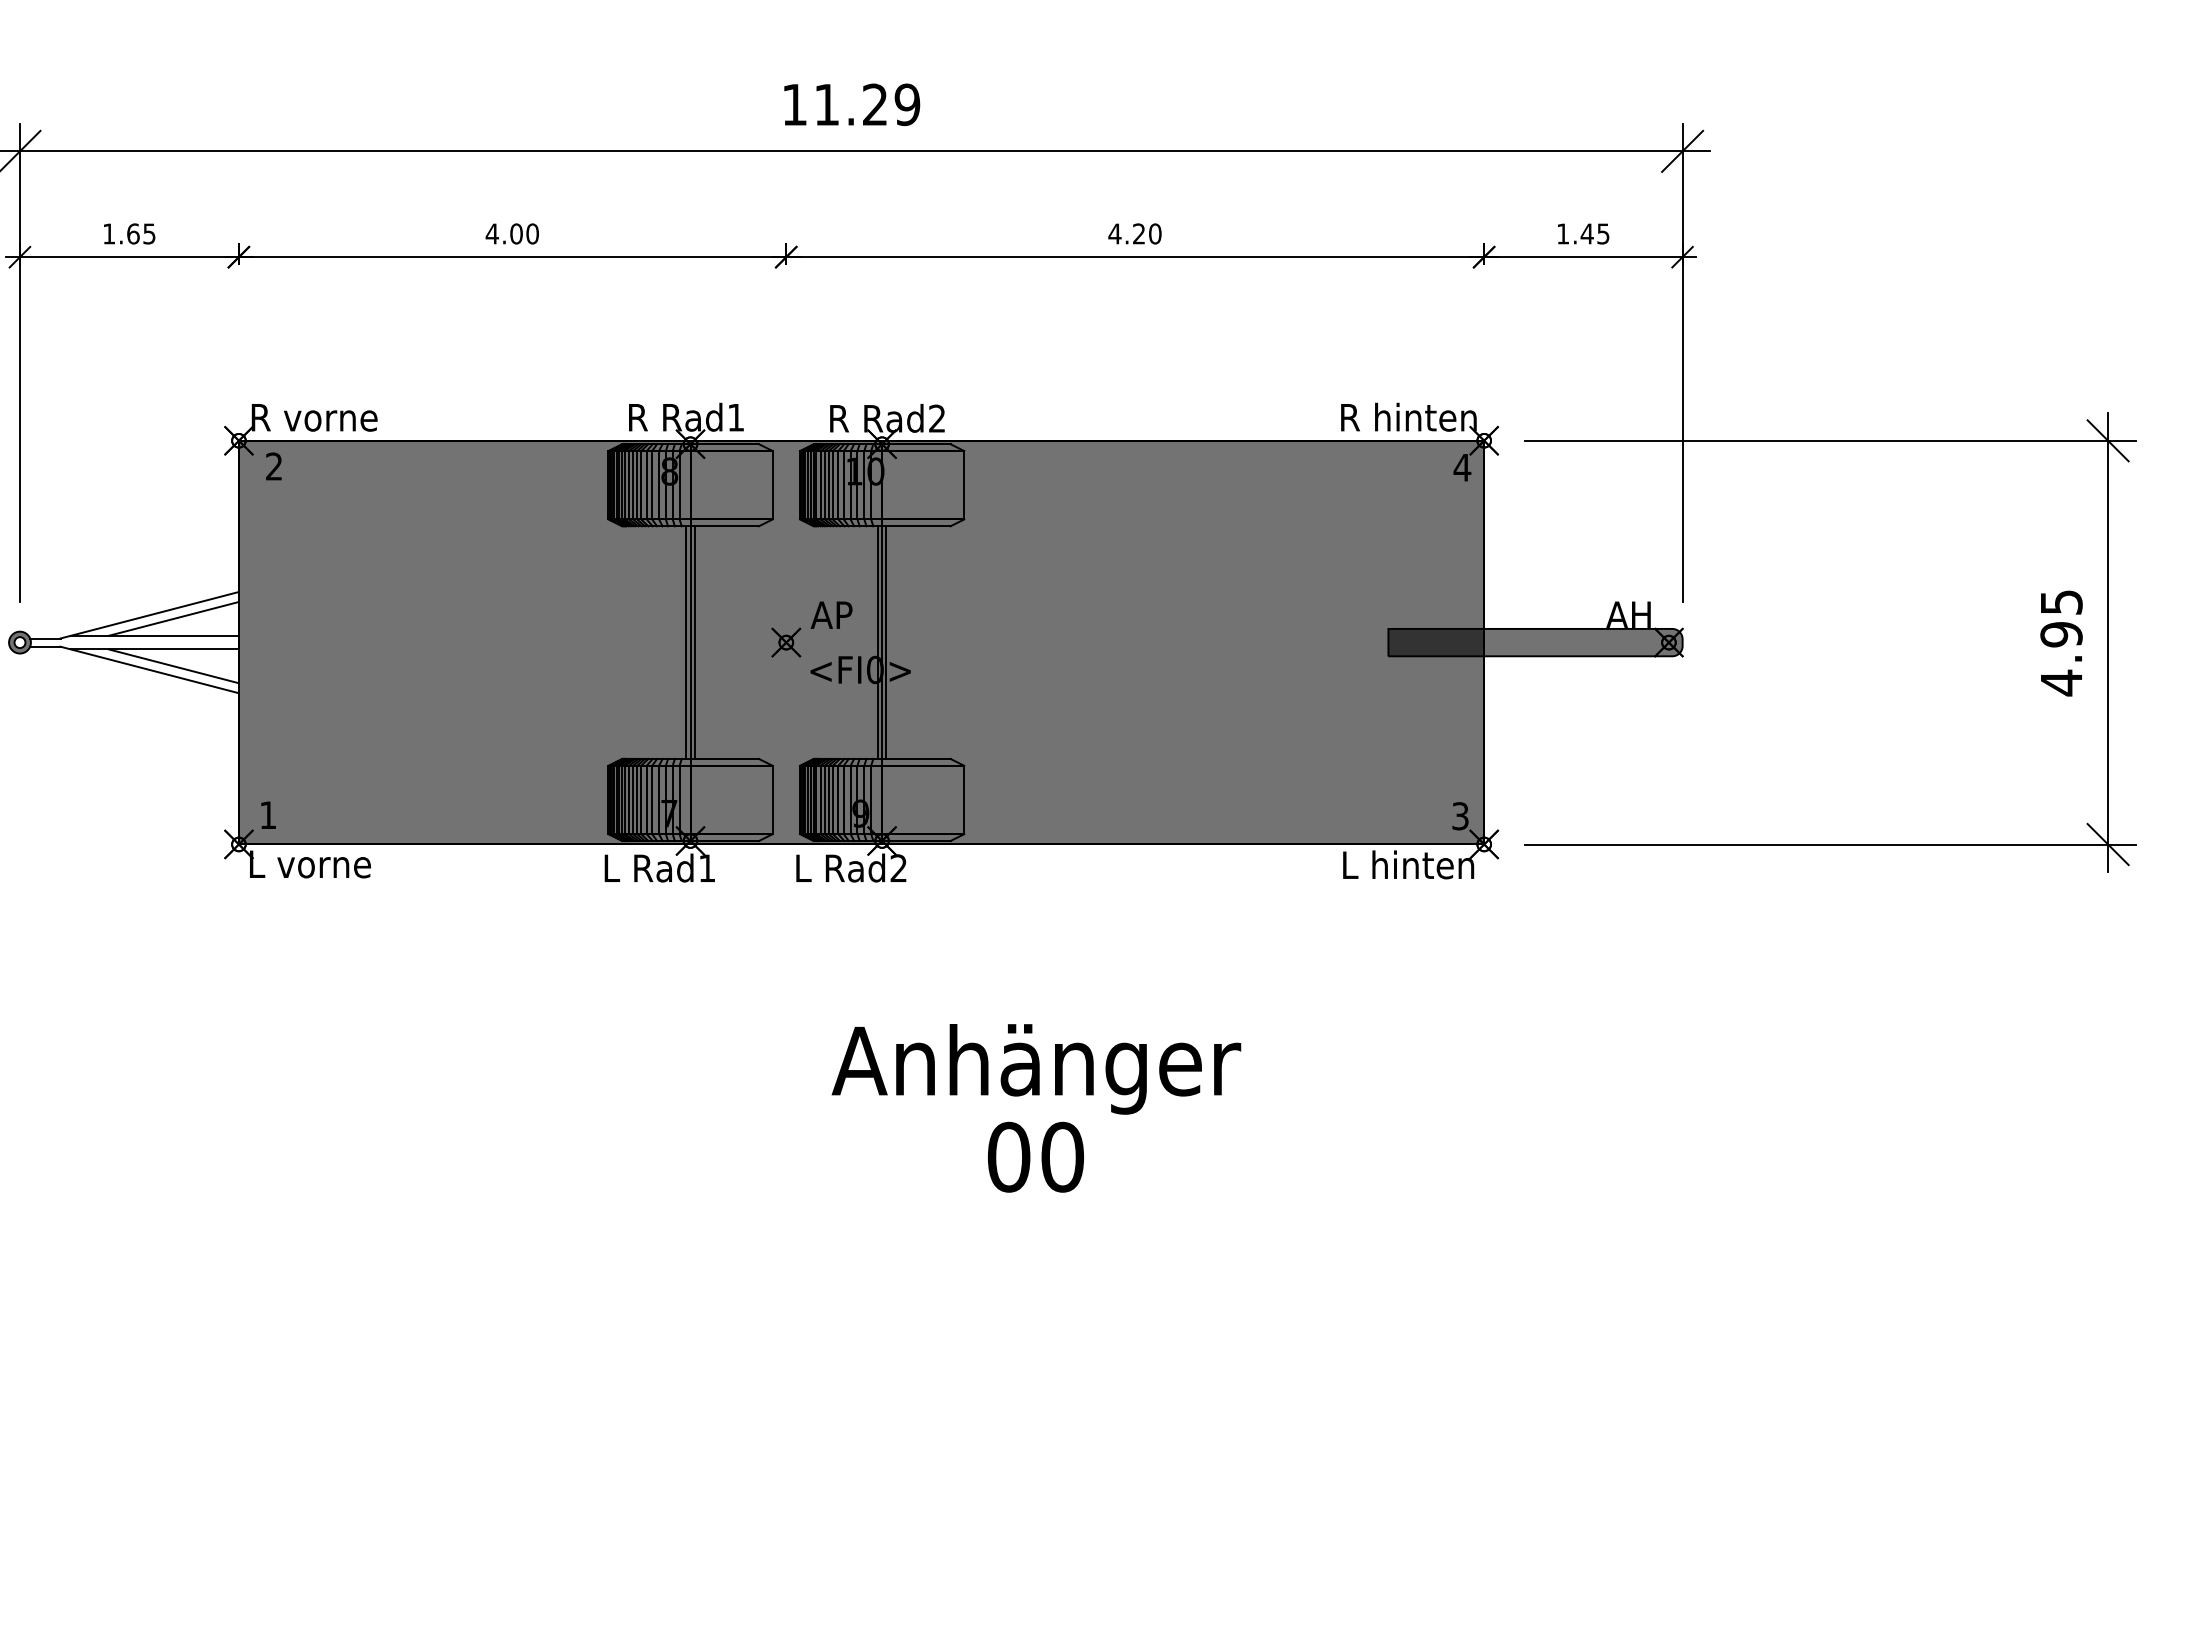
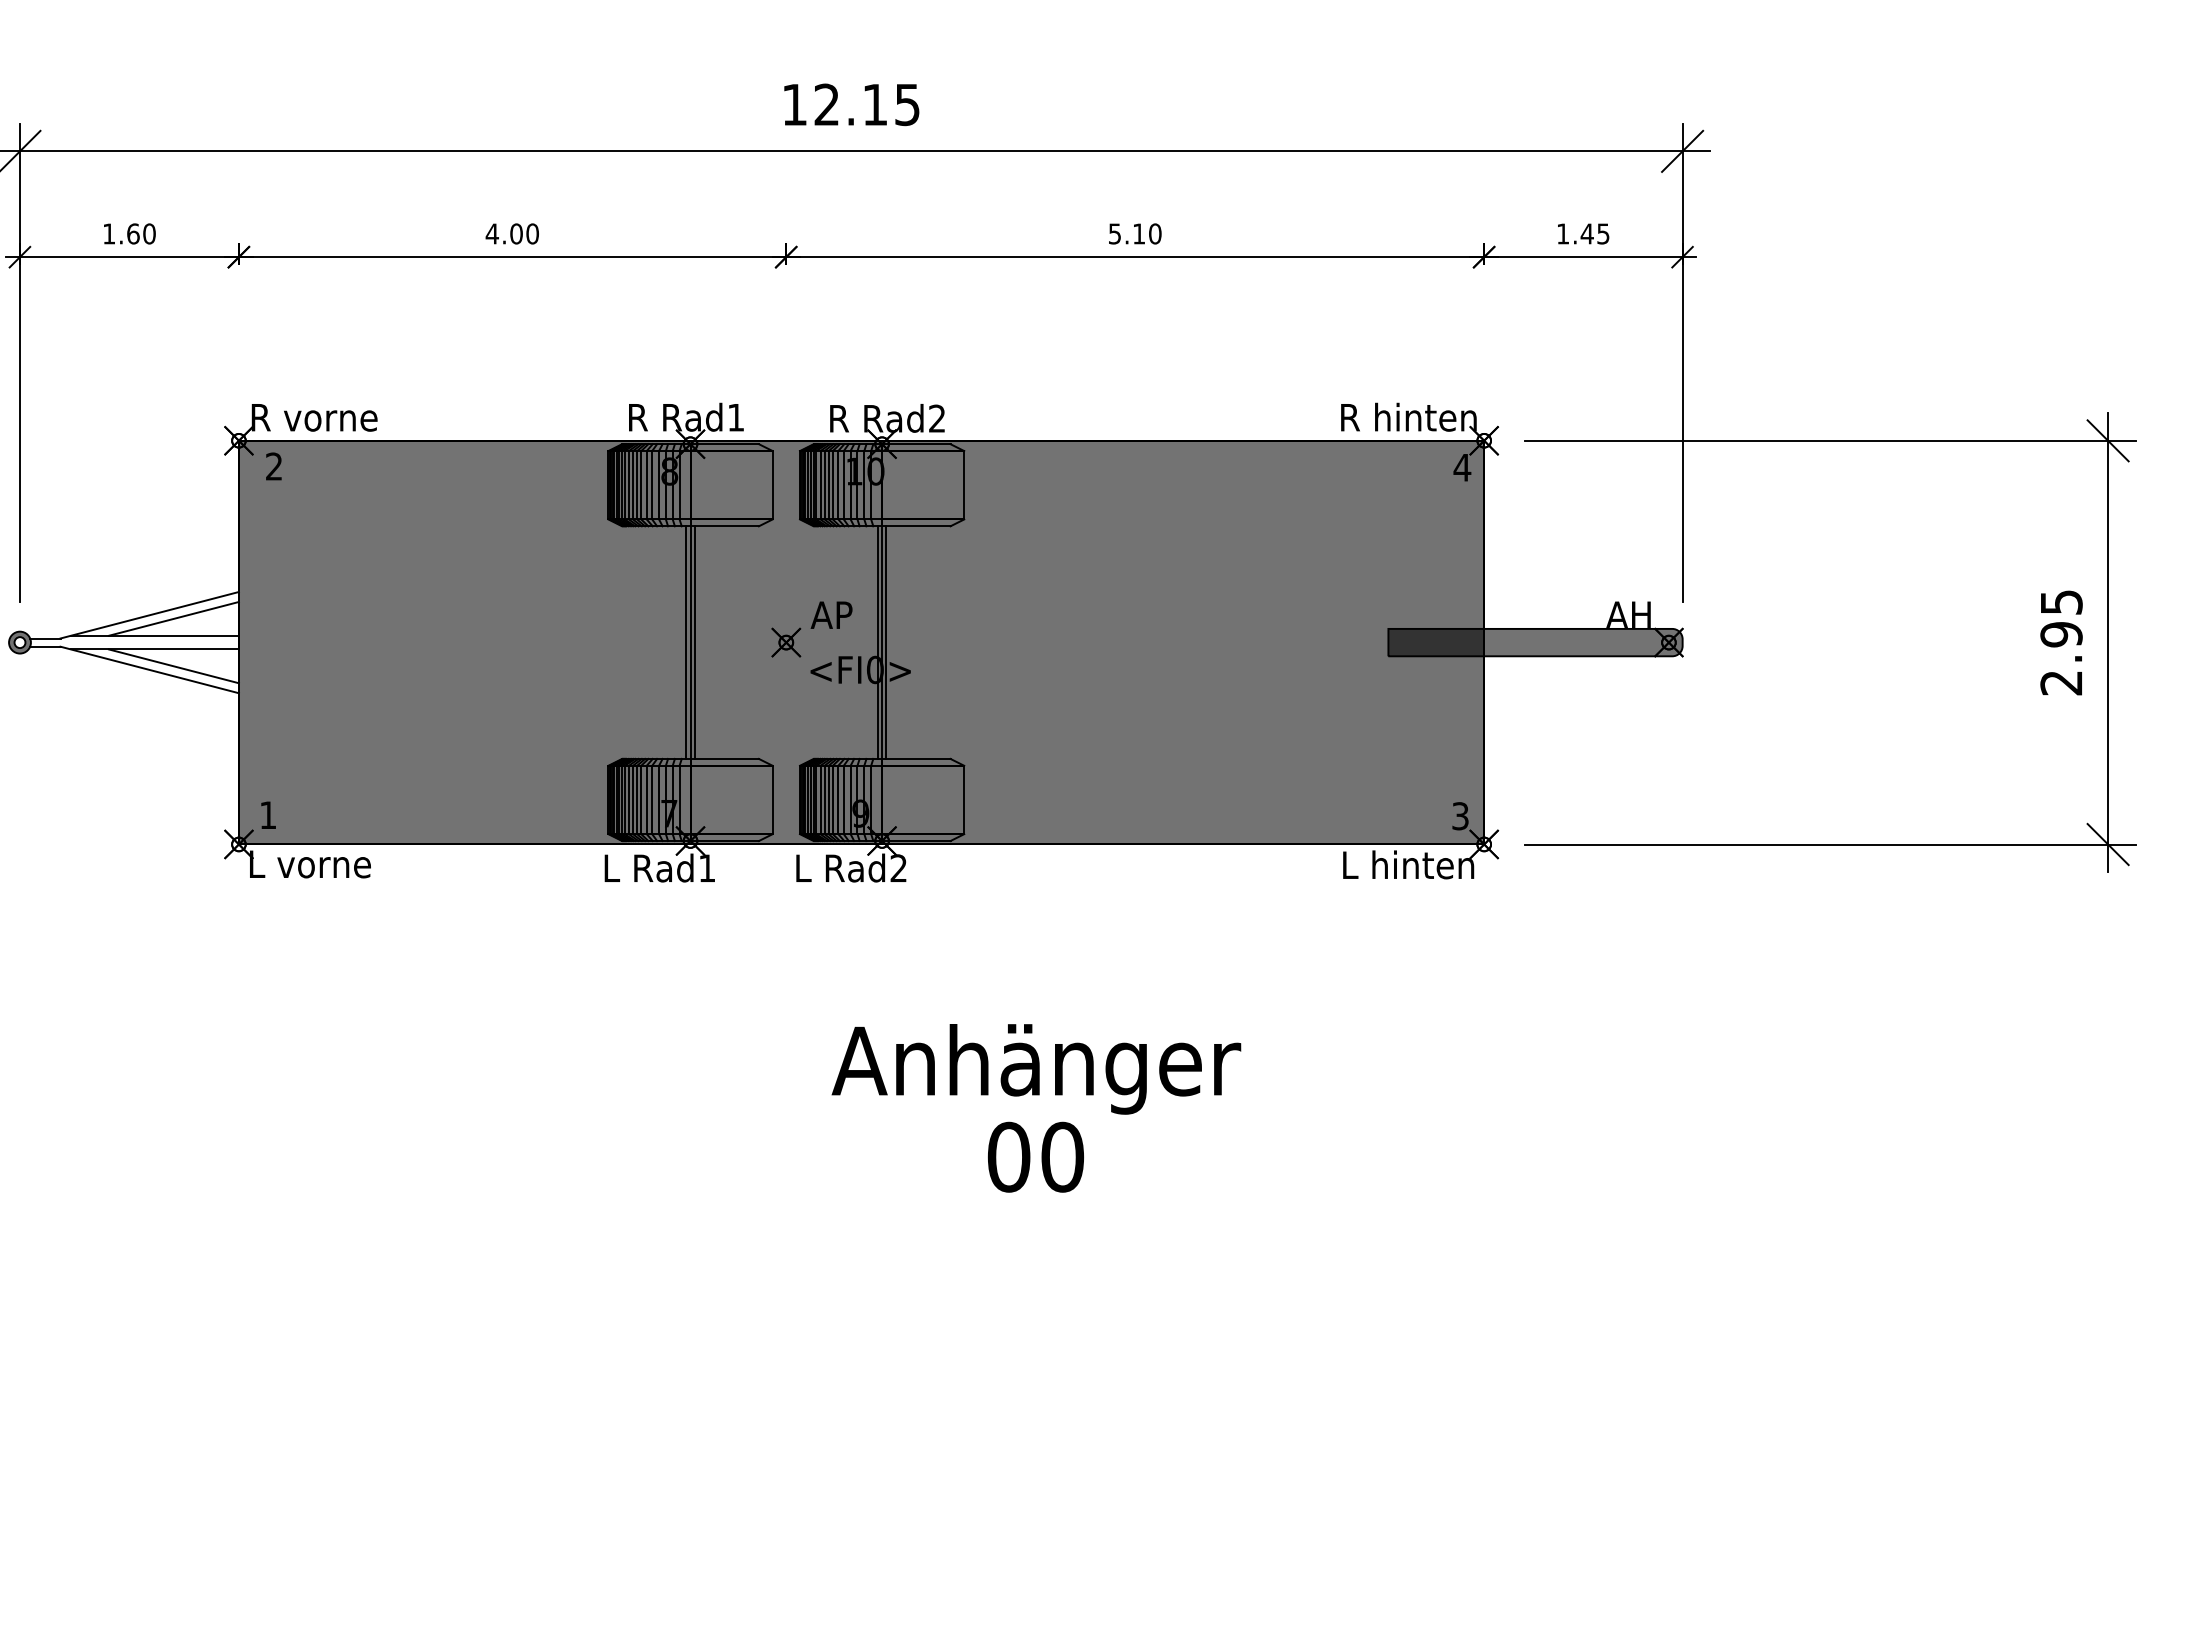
text at (867, 104): 11.29 -> 12.15
text at (149, 233): 1.65 -> 1.60
text at (1126, 233): 4.20 -> 5.10
text at (2060, 682): 4.95 -> 2.95
